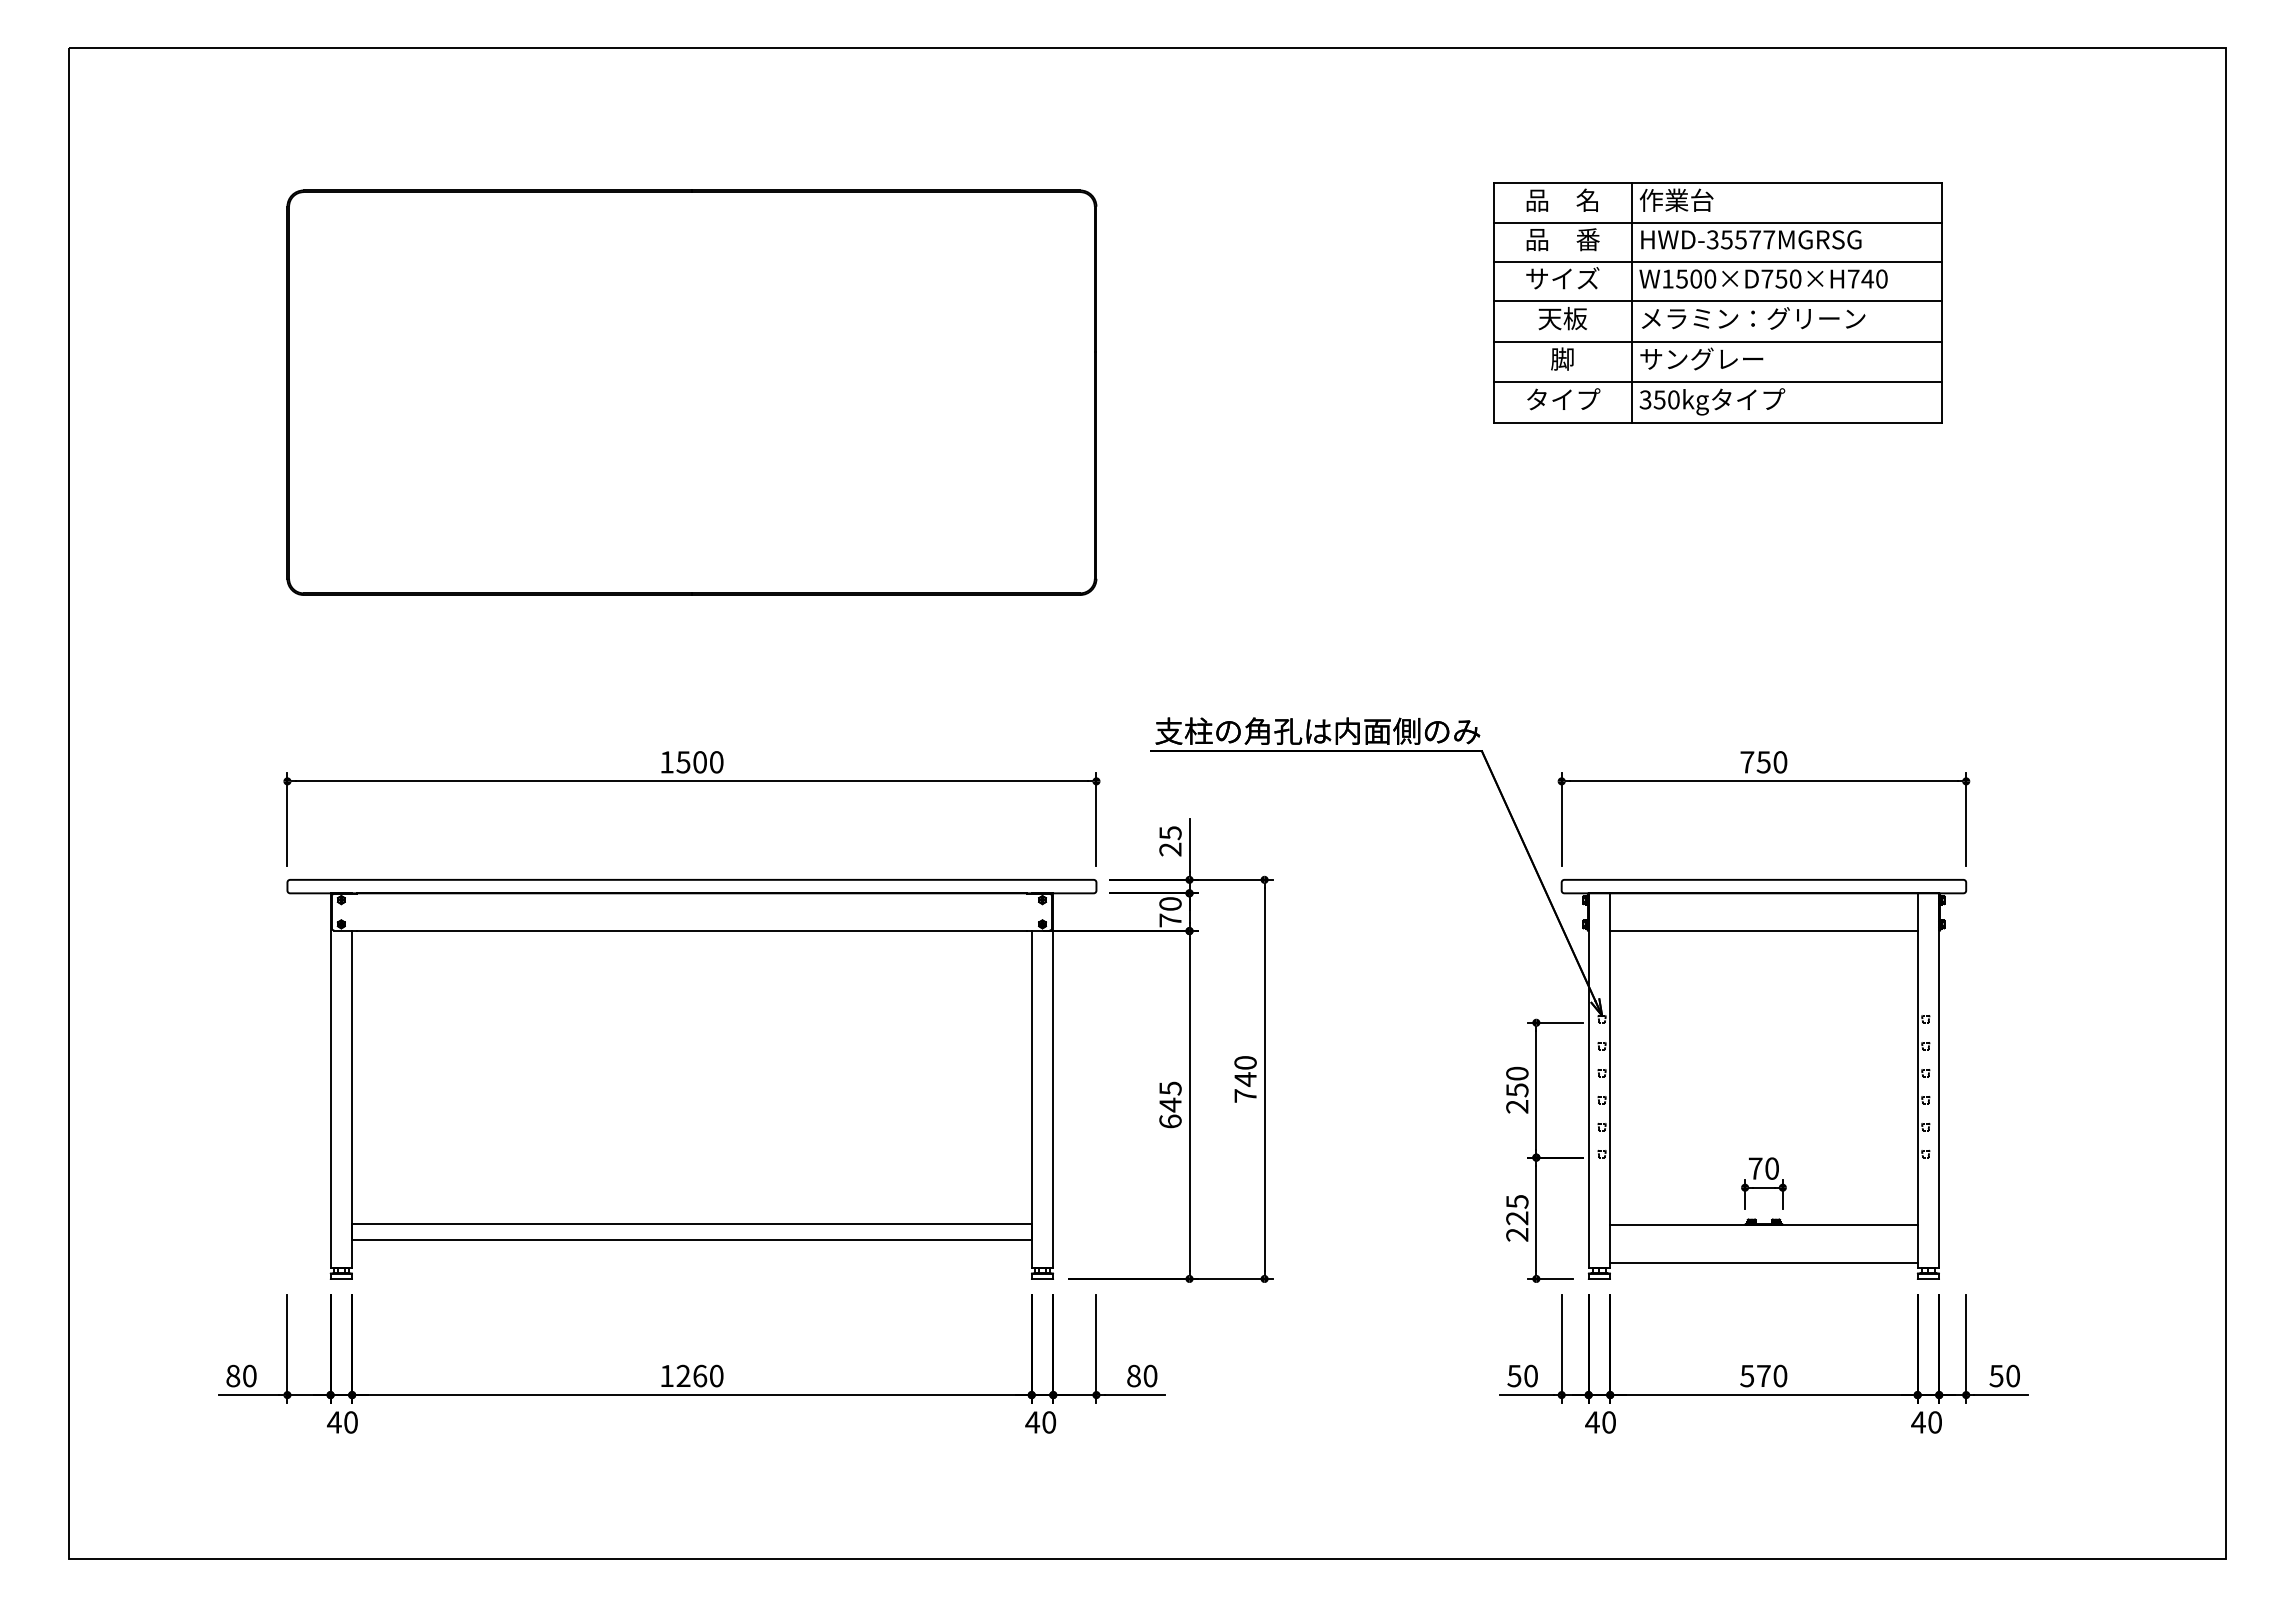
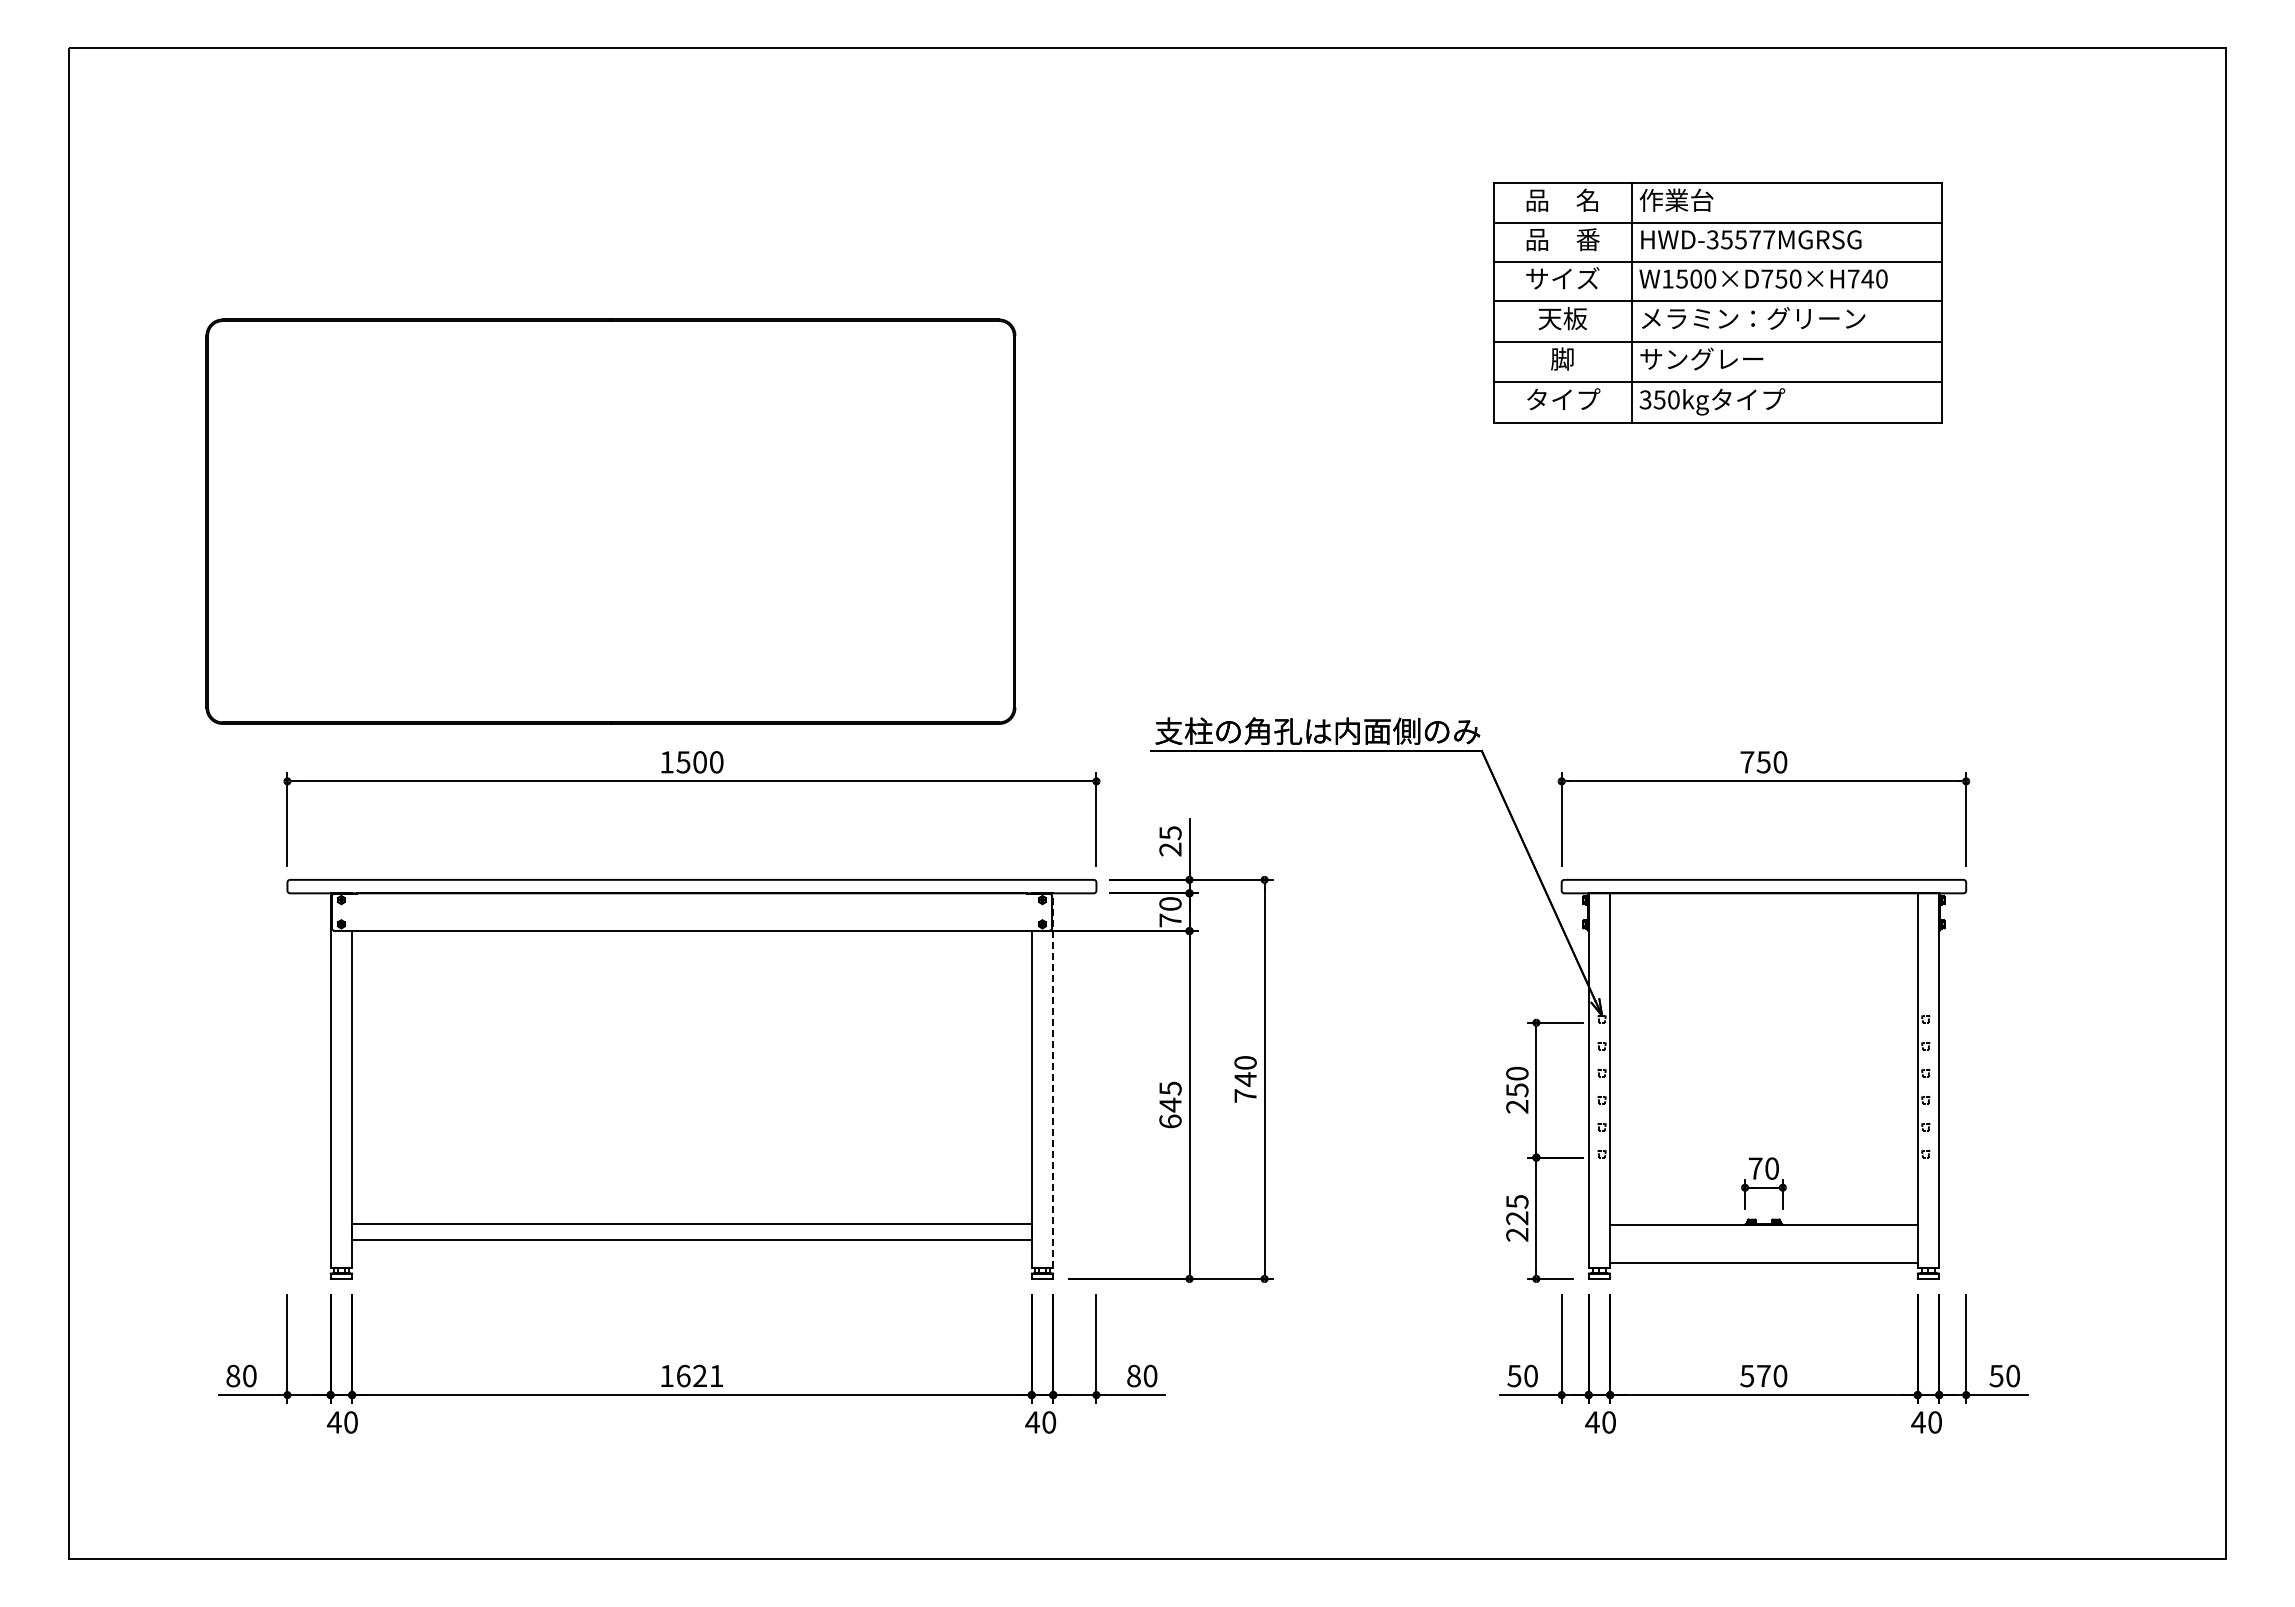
part at (691, 392) position: (691, 392) -> (610, 521)
line at (1763, 931): present -> none
line at (1053, 1080): solid -> dashed
text at (699, 1375): 1260 -> 1621
